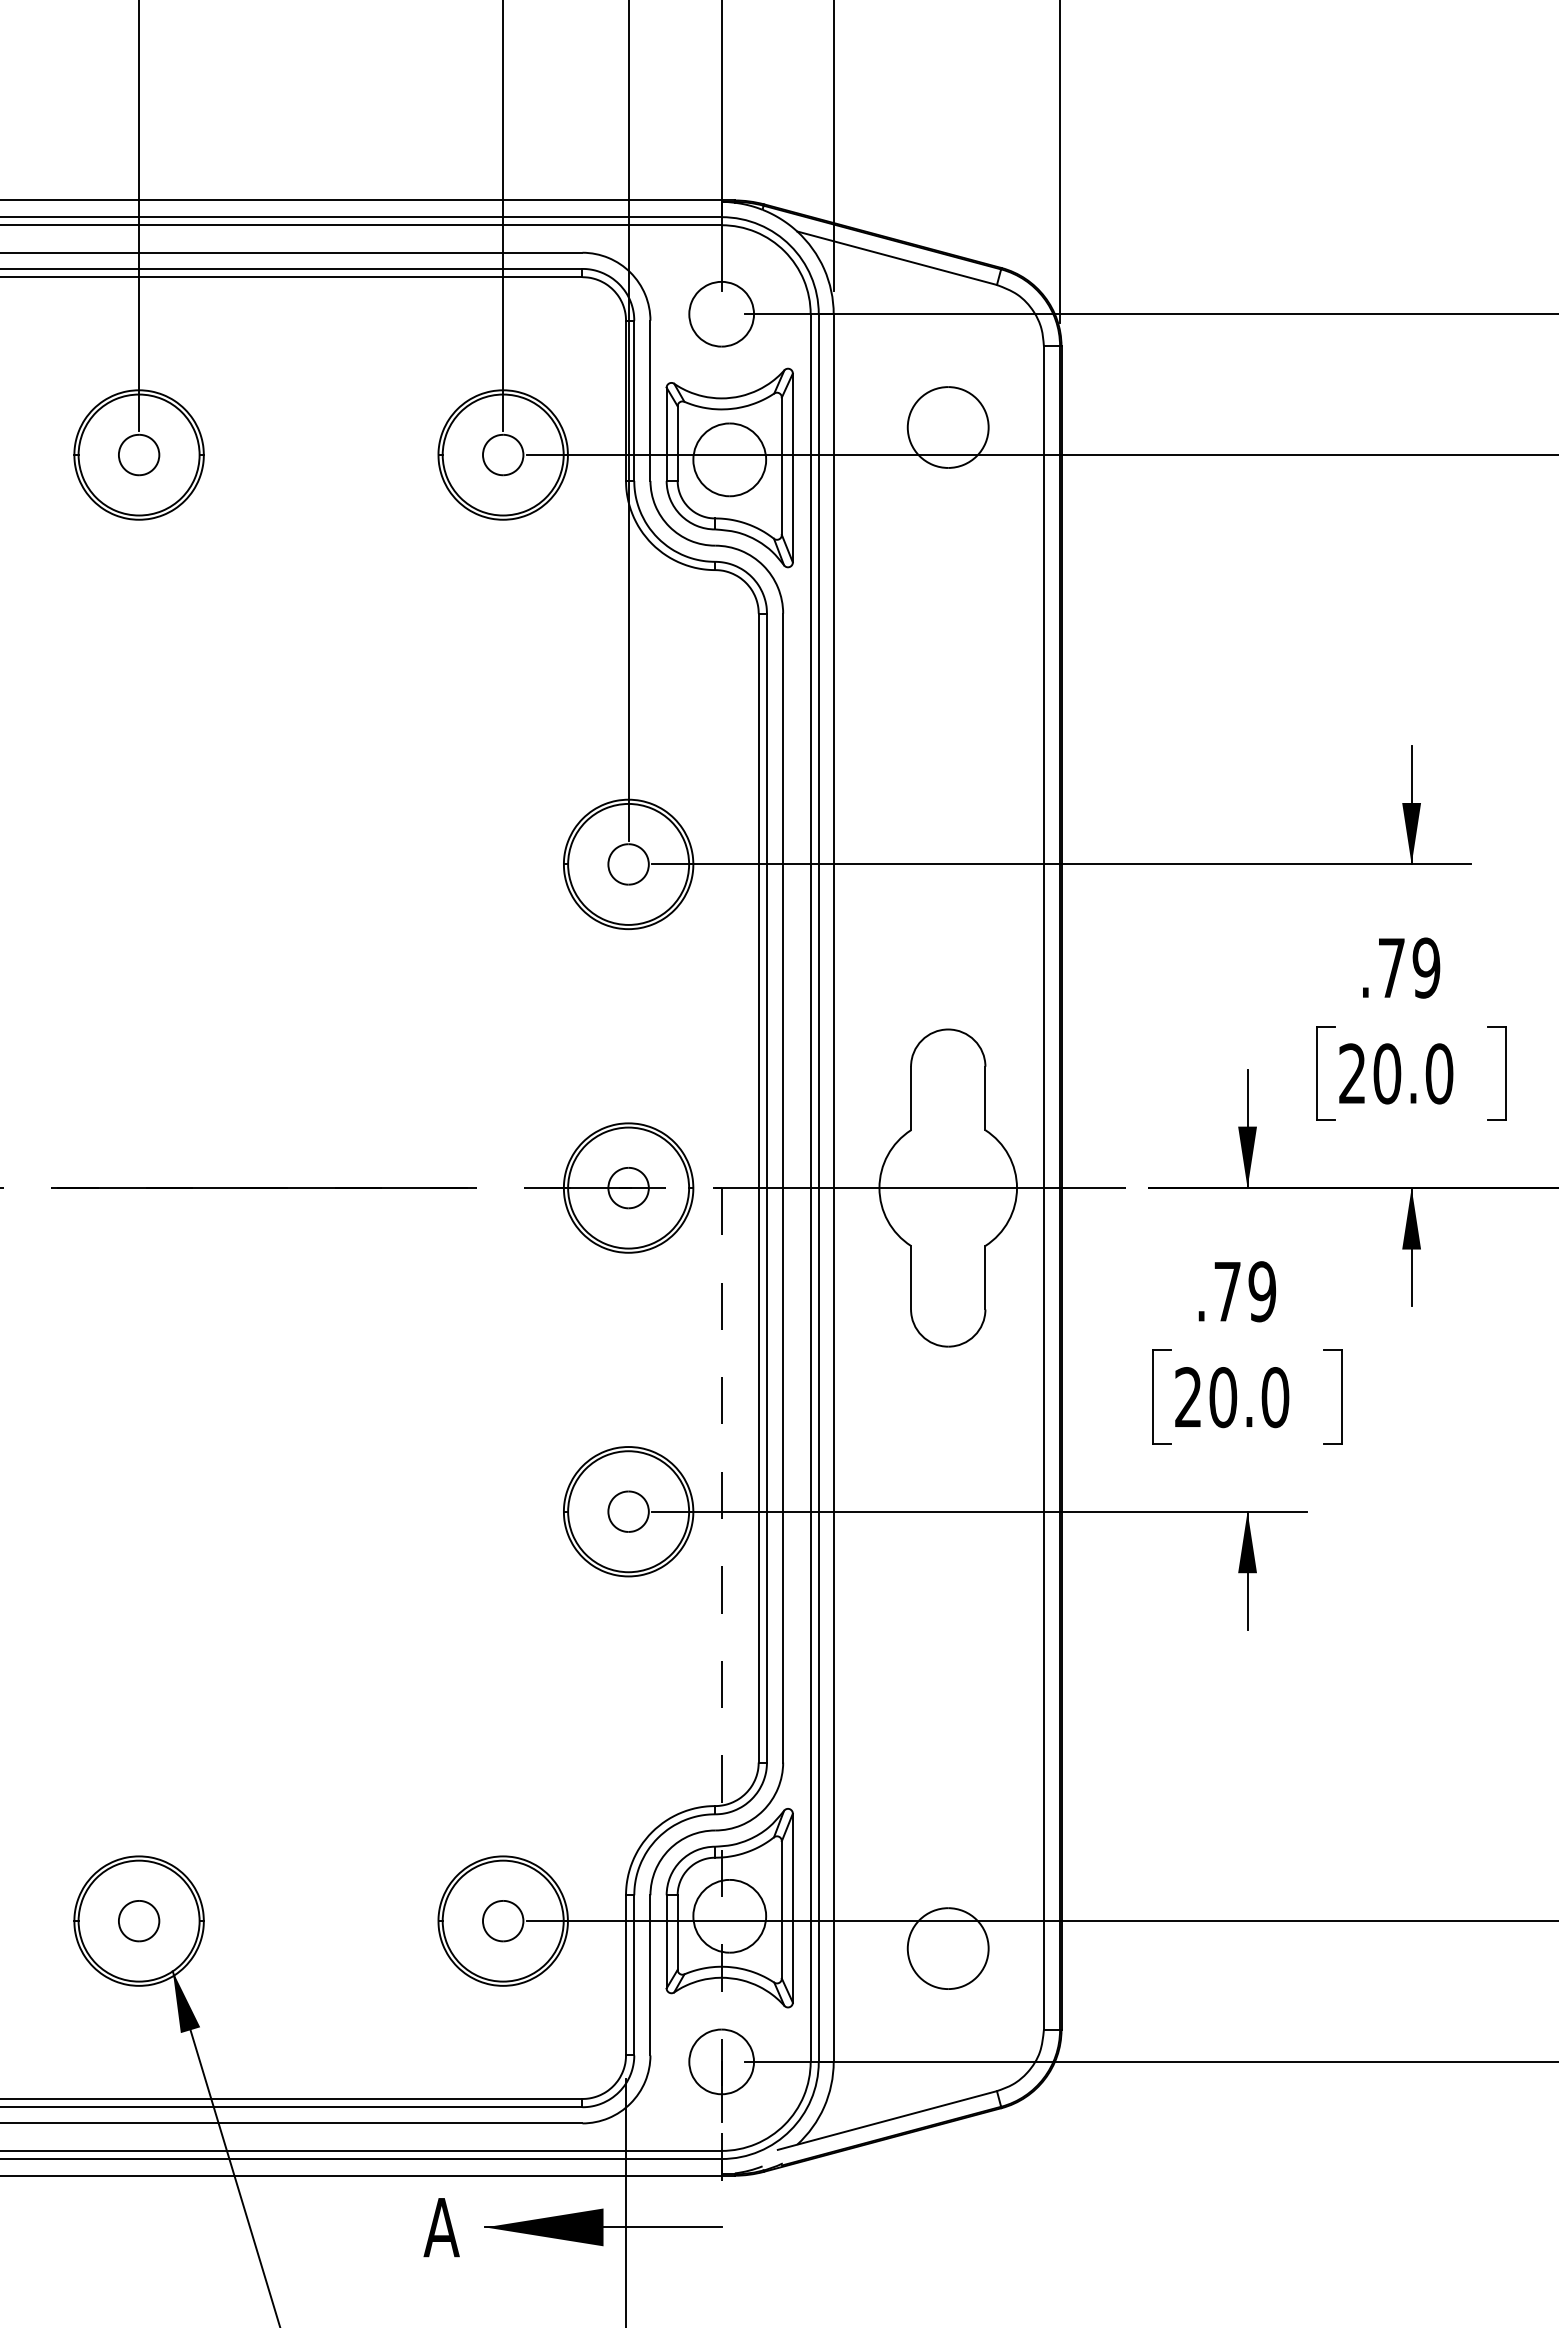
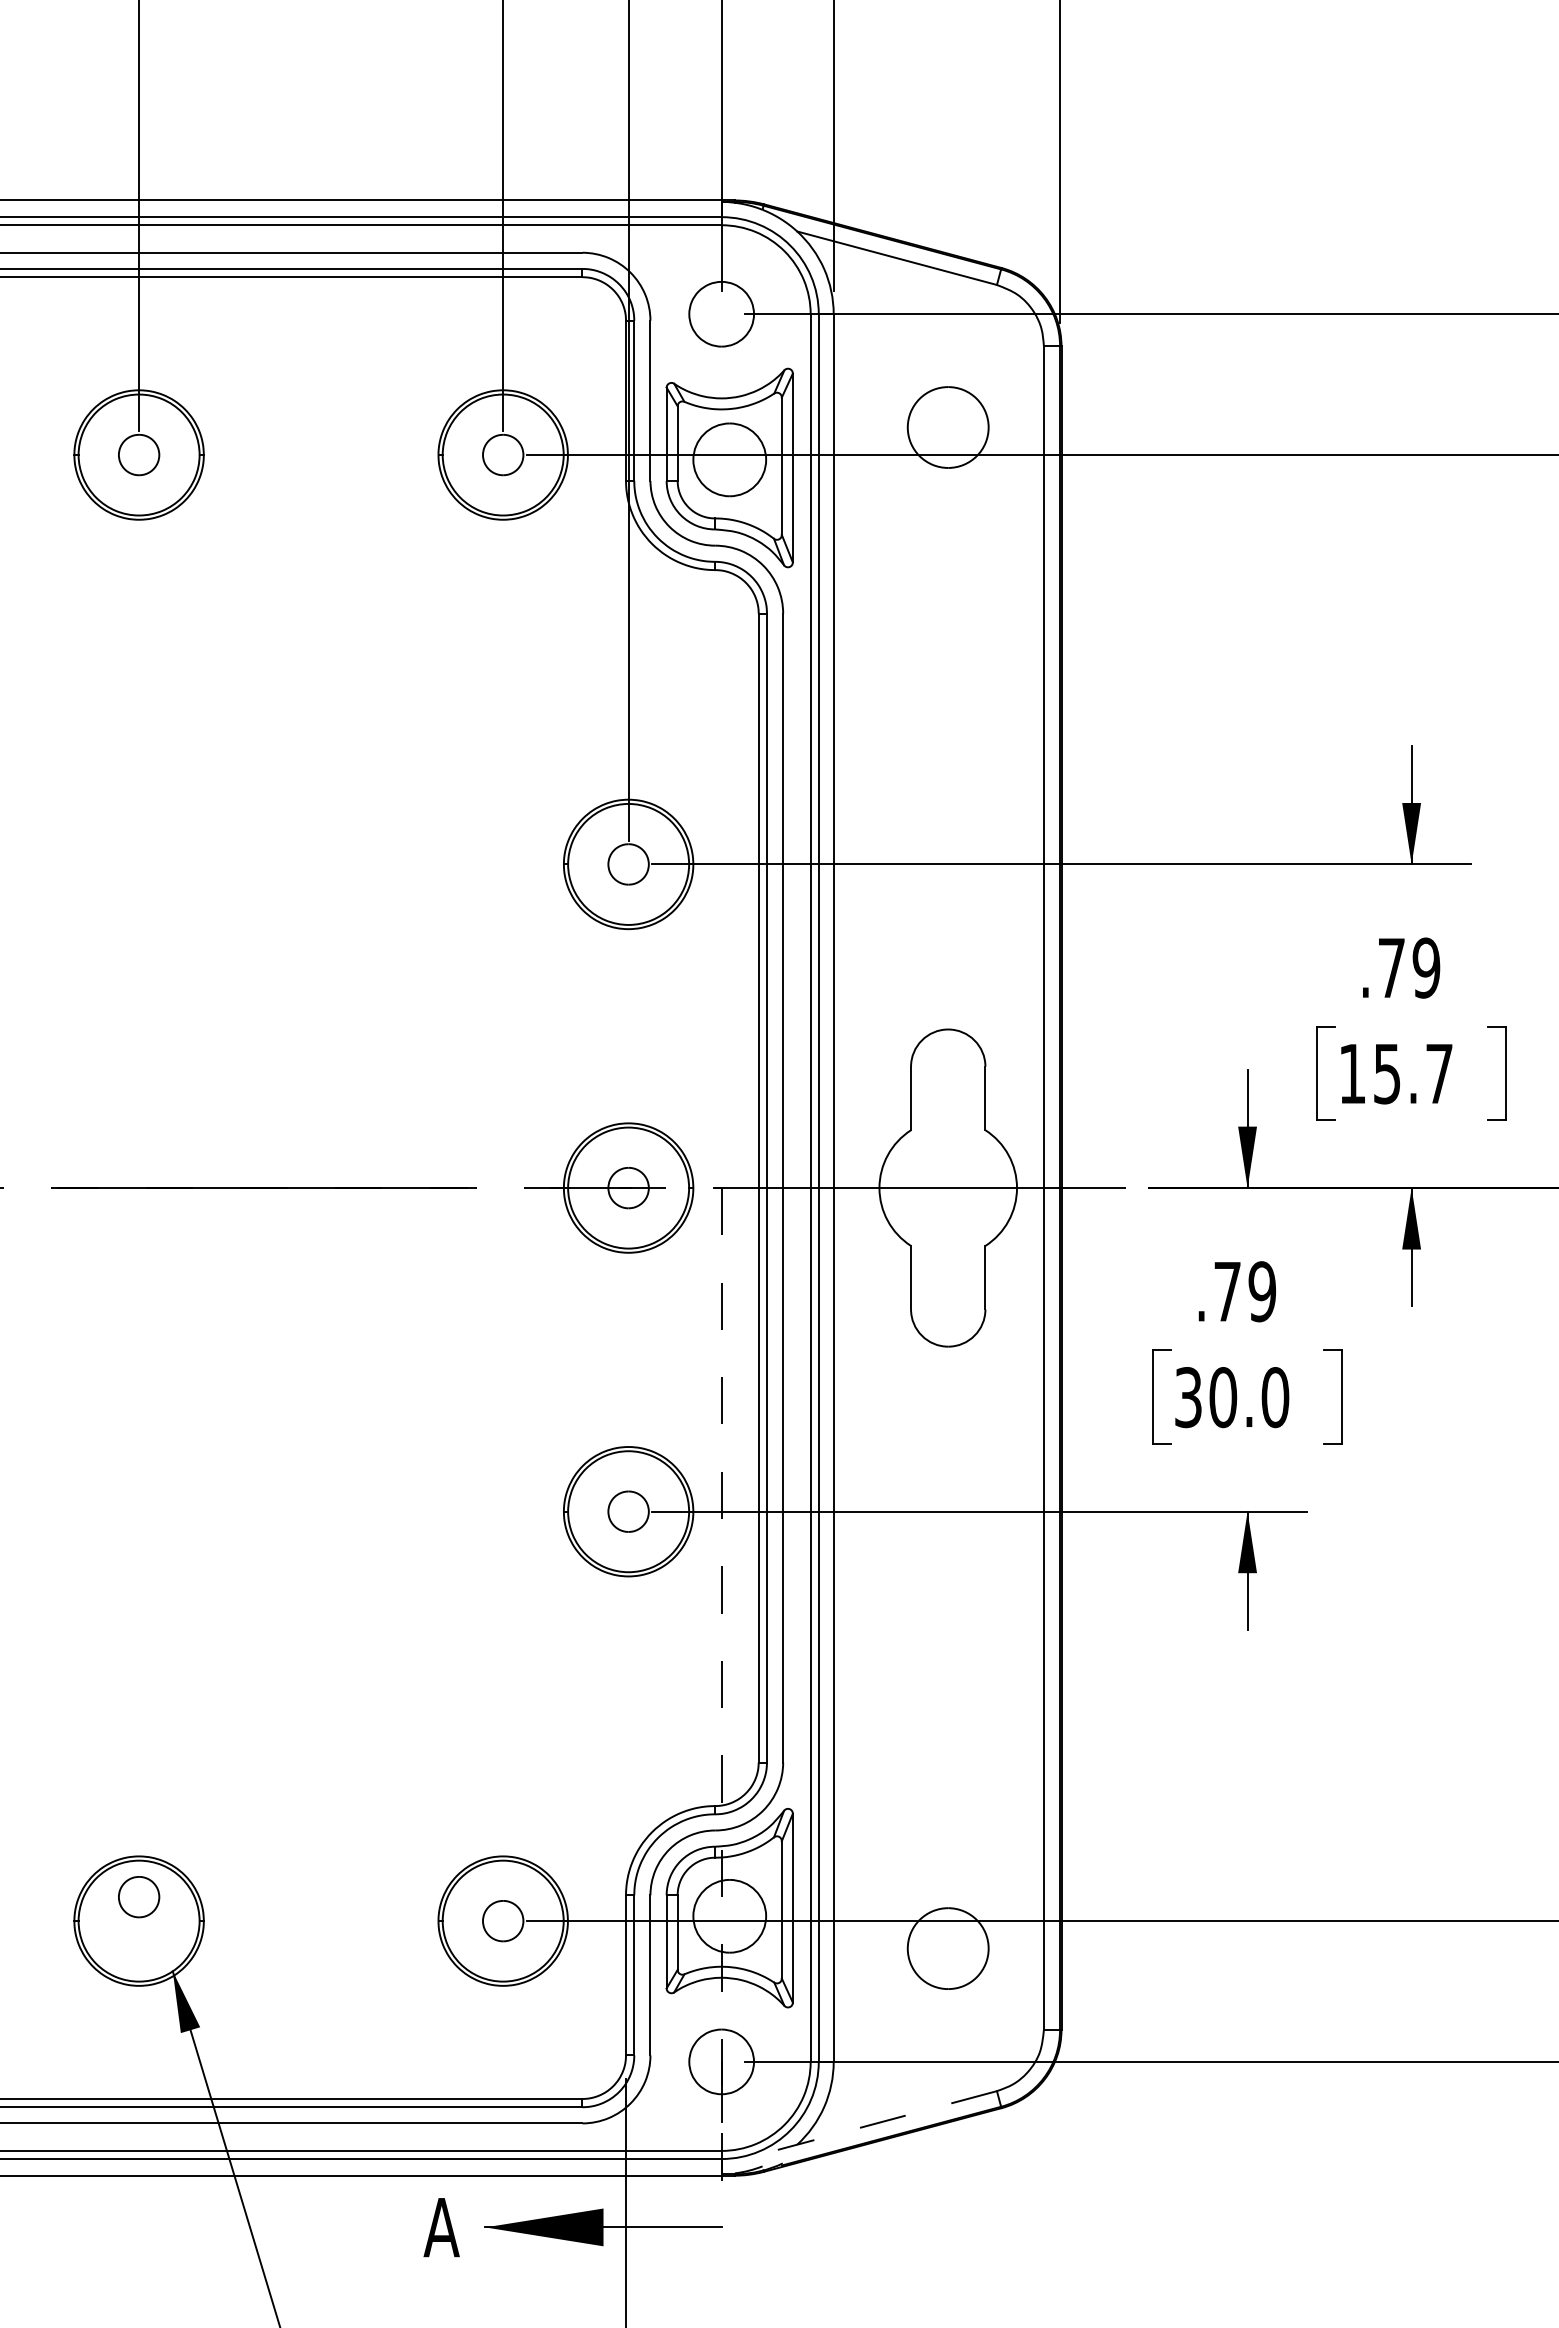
text at (1396, 1073): 20.0 -> 15.7
text at (1188, 1397): 20.0 -> 30.0
part at (139, 1921) position: (139, 1921) -> (139, 1897)
line at (886, 2120): solid -> dashed
